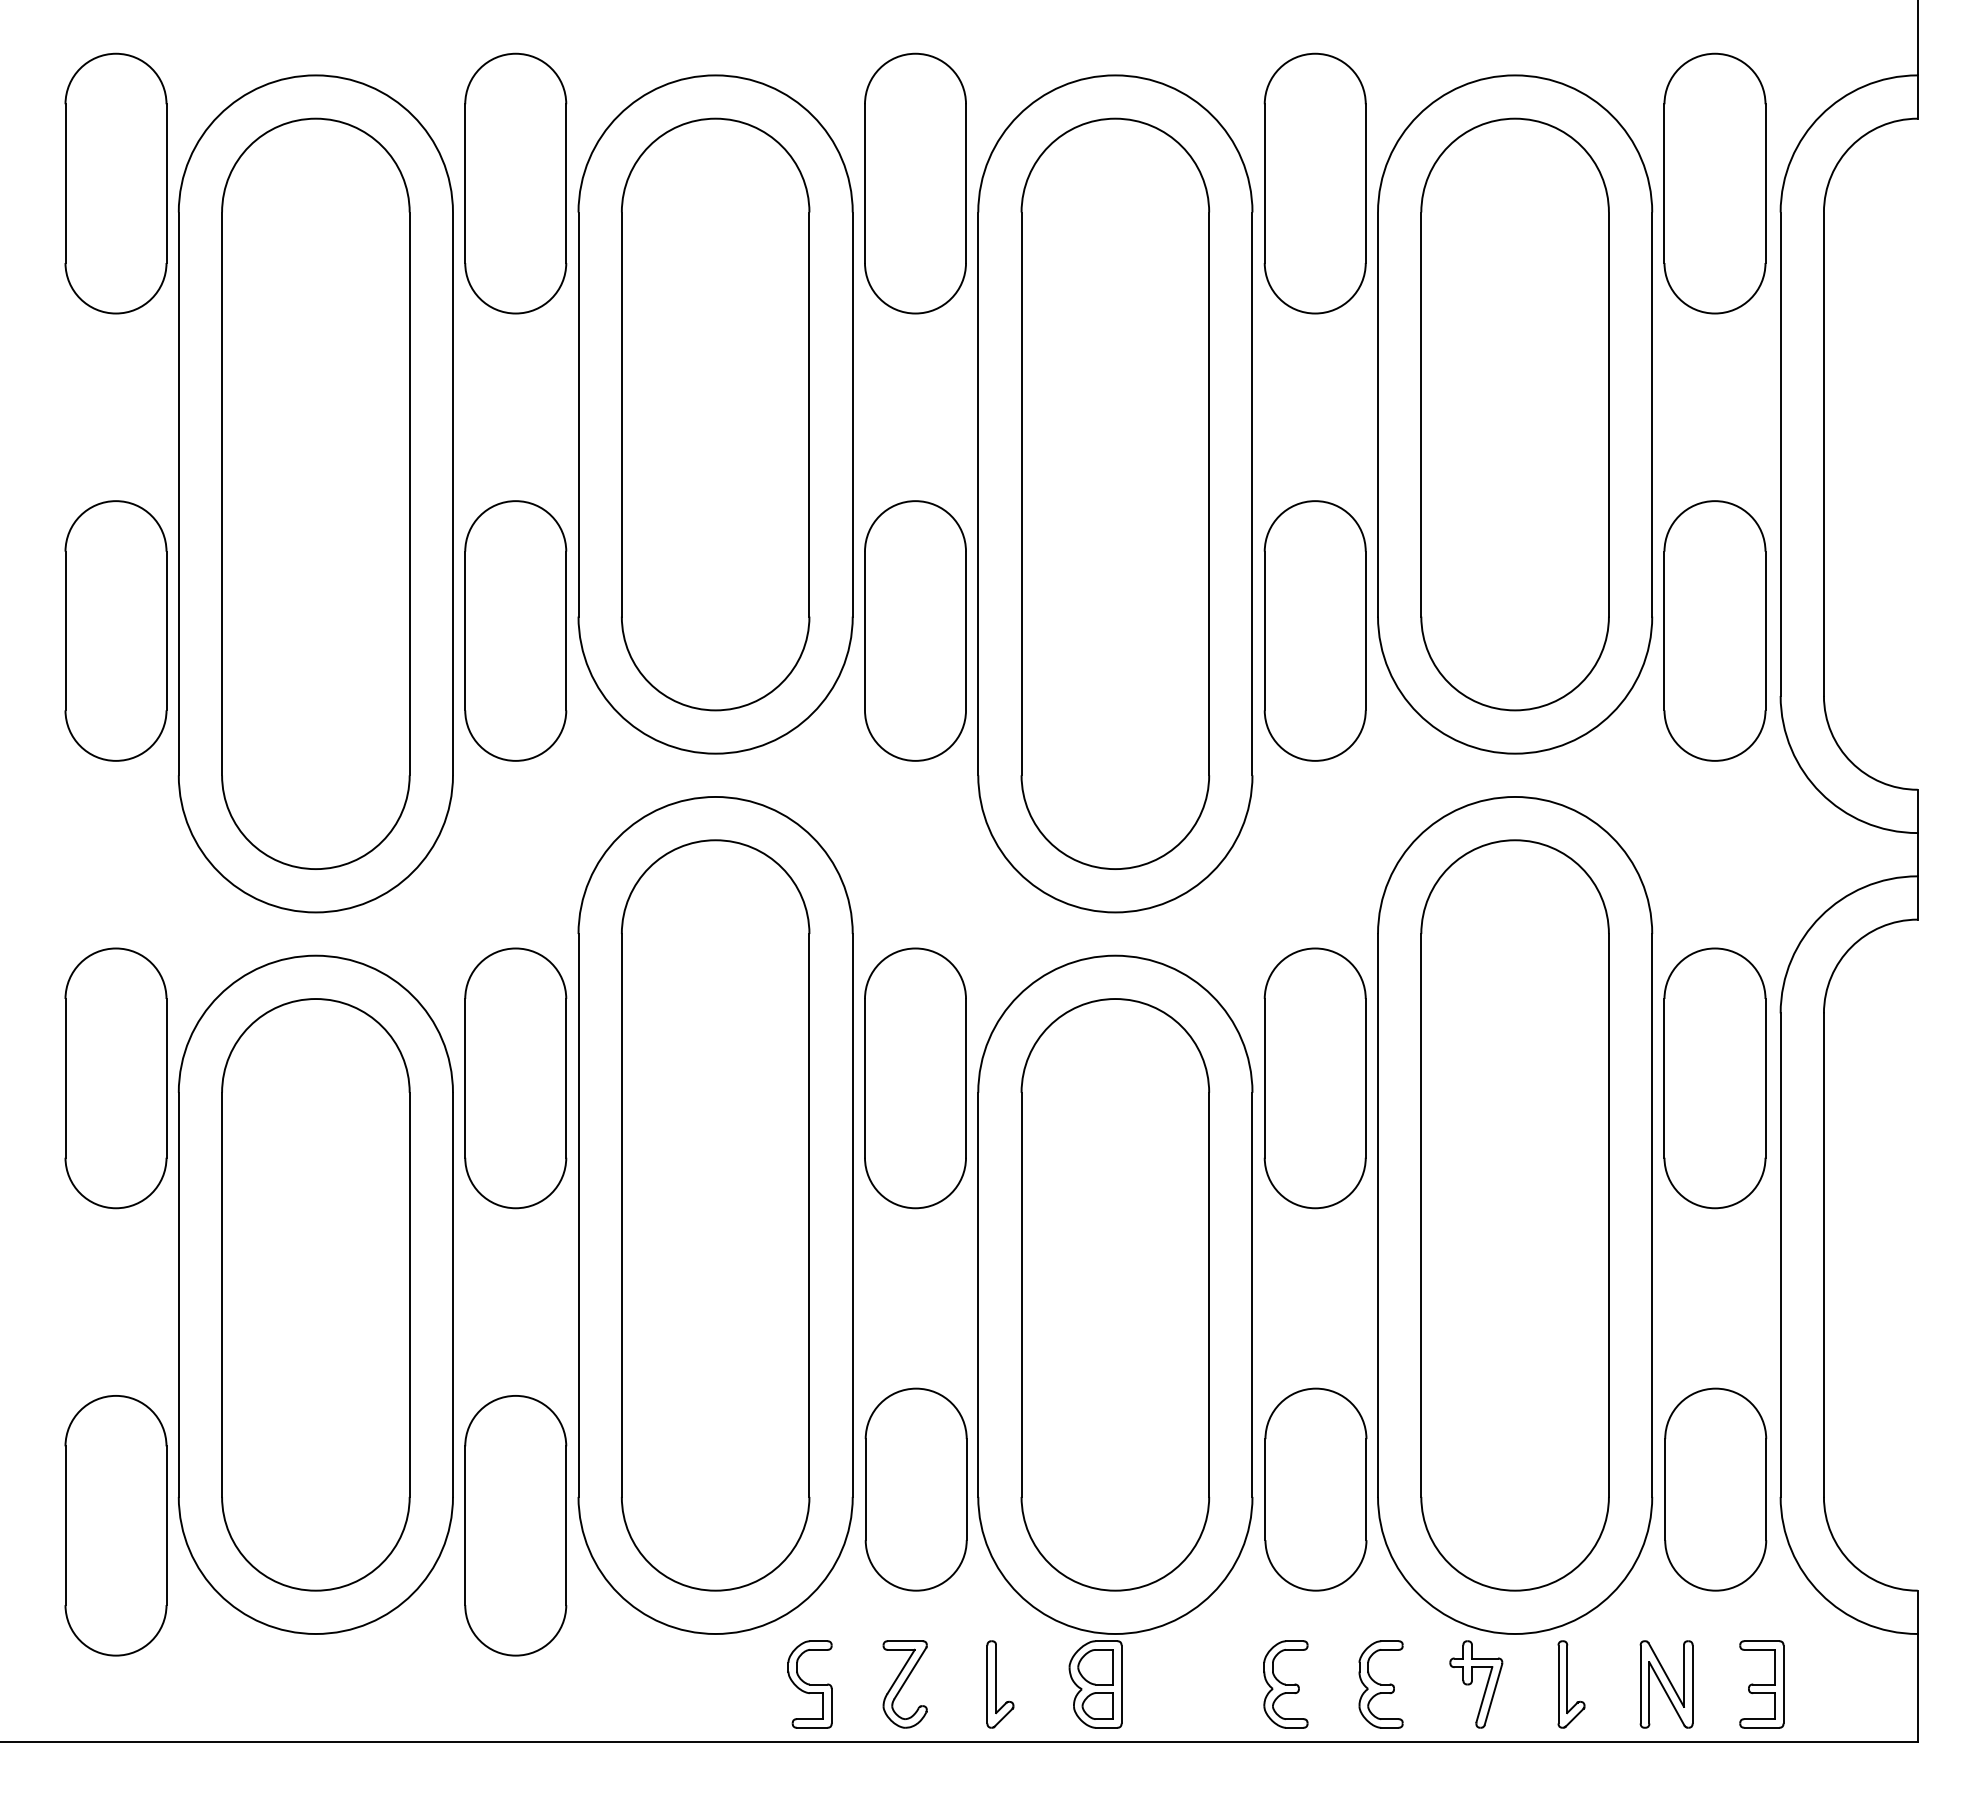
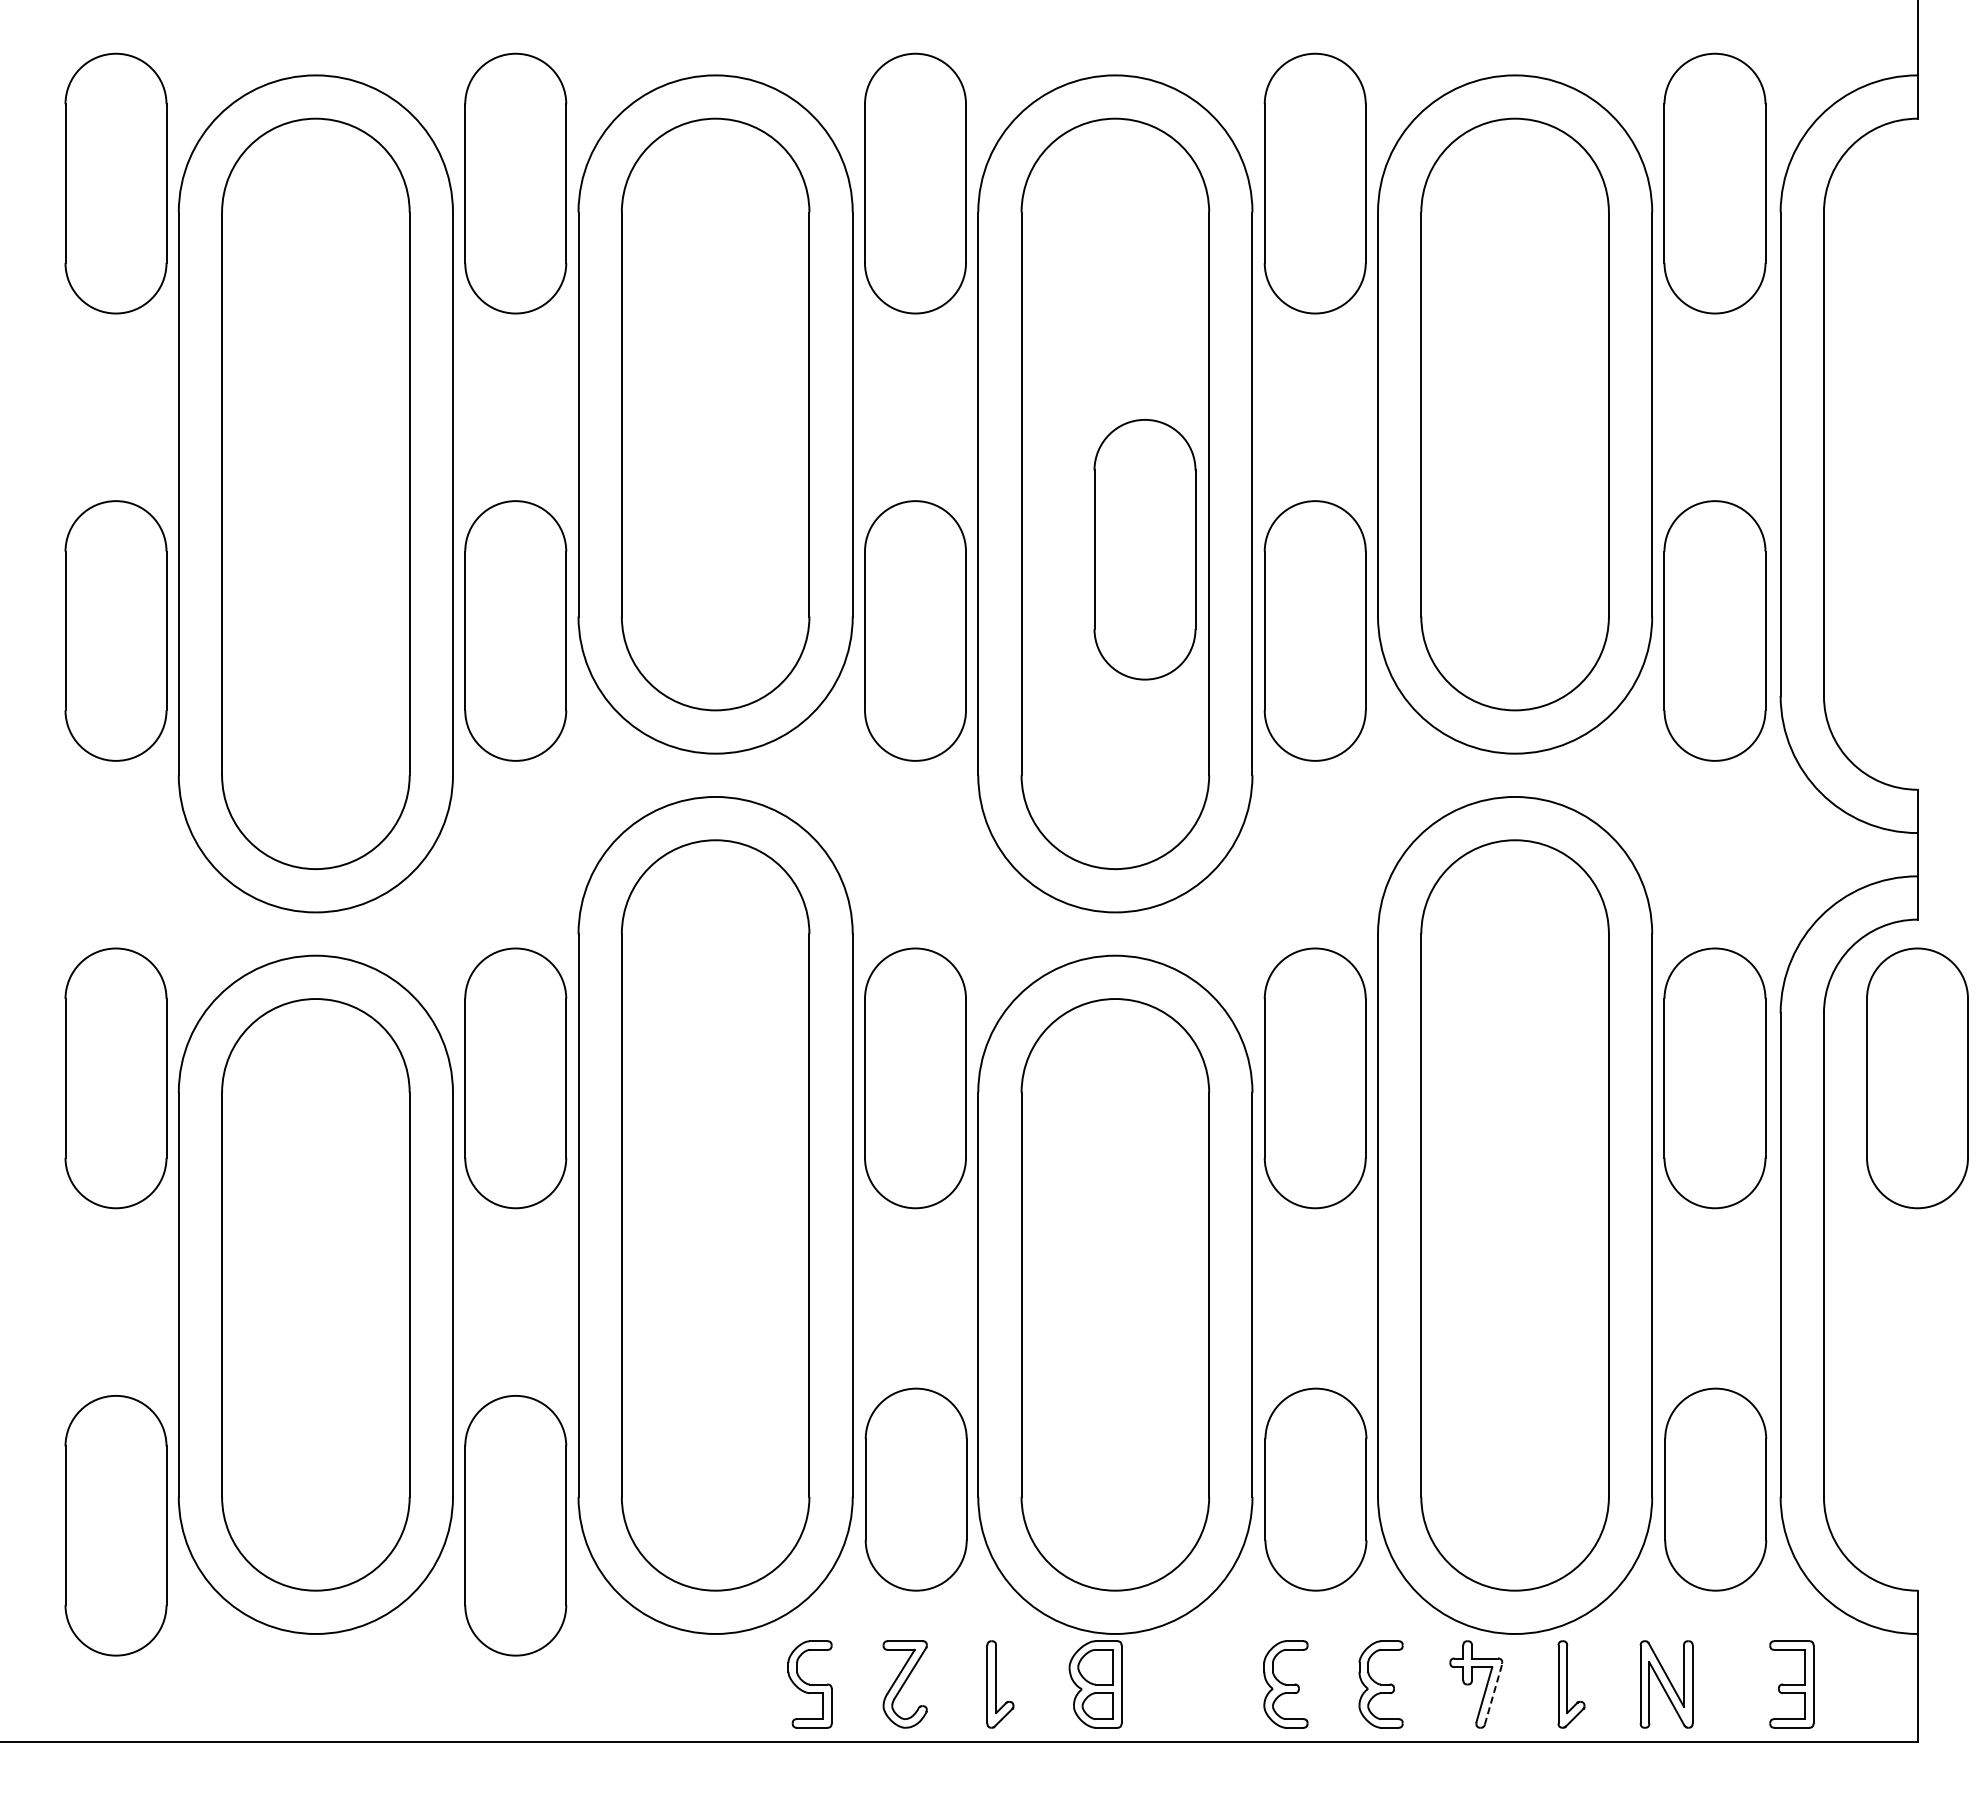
part at (1144, 549): none -> present
part at (1917, 1078): none -> present
part at (1761, 1684) position: (1761, 1684) -> (1791, 1684)
line at (1493, 1694): solid -> dashed
